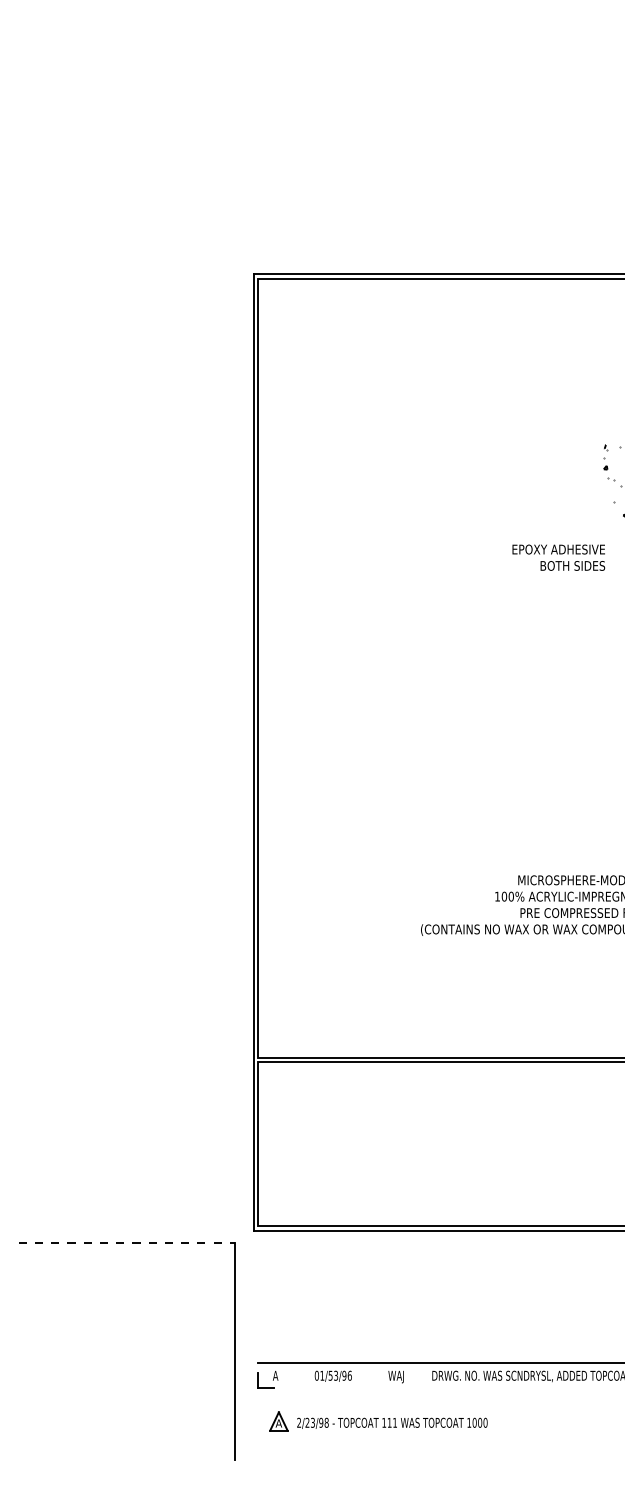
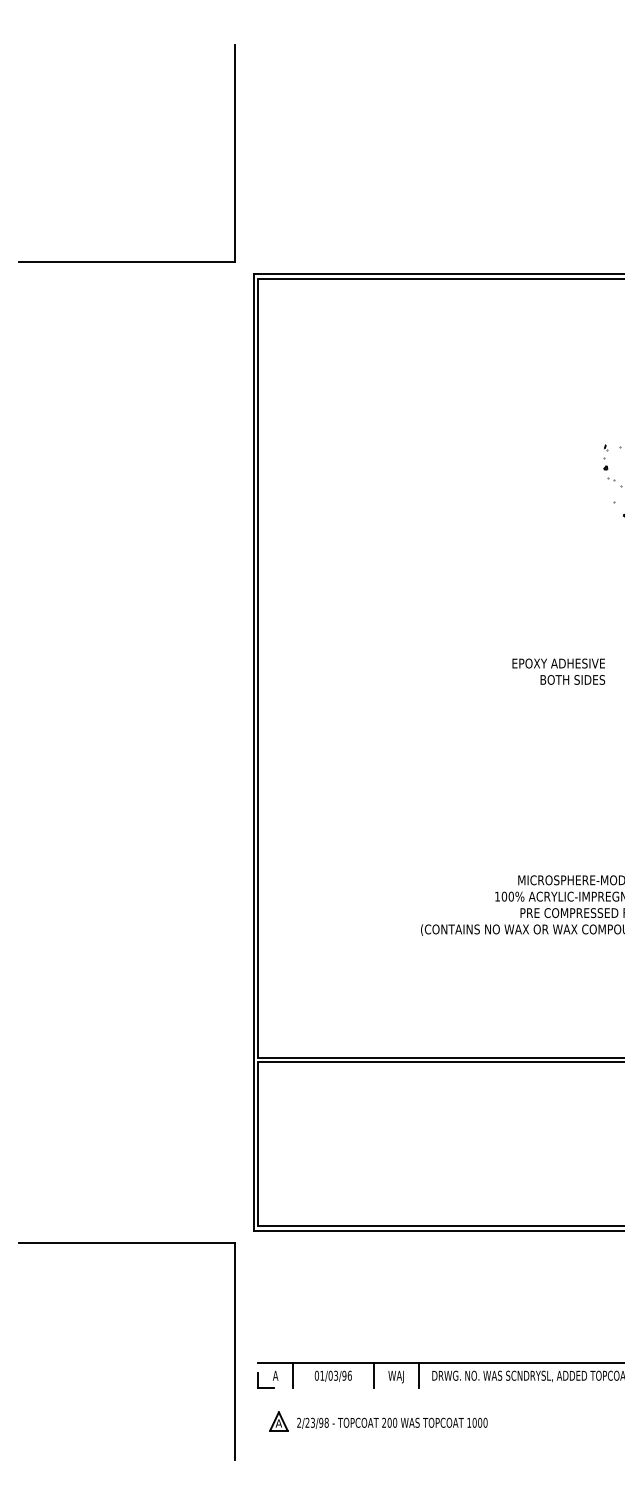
part at (234, 153): none -> present
text at (558, 557) position: (558, 557) -> (558, 671)
line at (127, 1243): dashed -> solid
line at (293, 1375): none -> present
text at (330, 1375): 01/53/96 -> 01/03/96
line at (373, 1375): none -> present
line at (419, 1375): none -> present
text at (389, 1422): 111 -> 200
